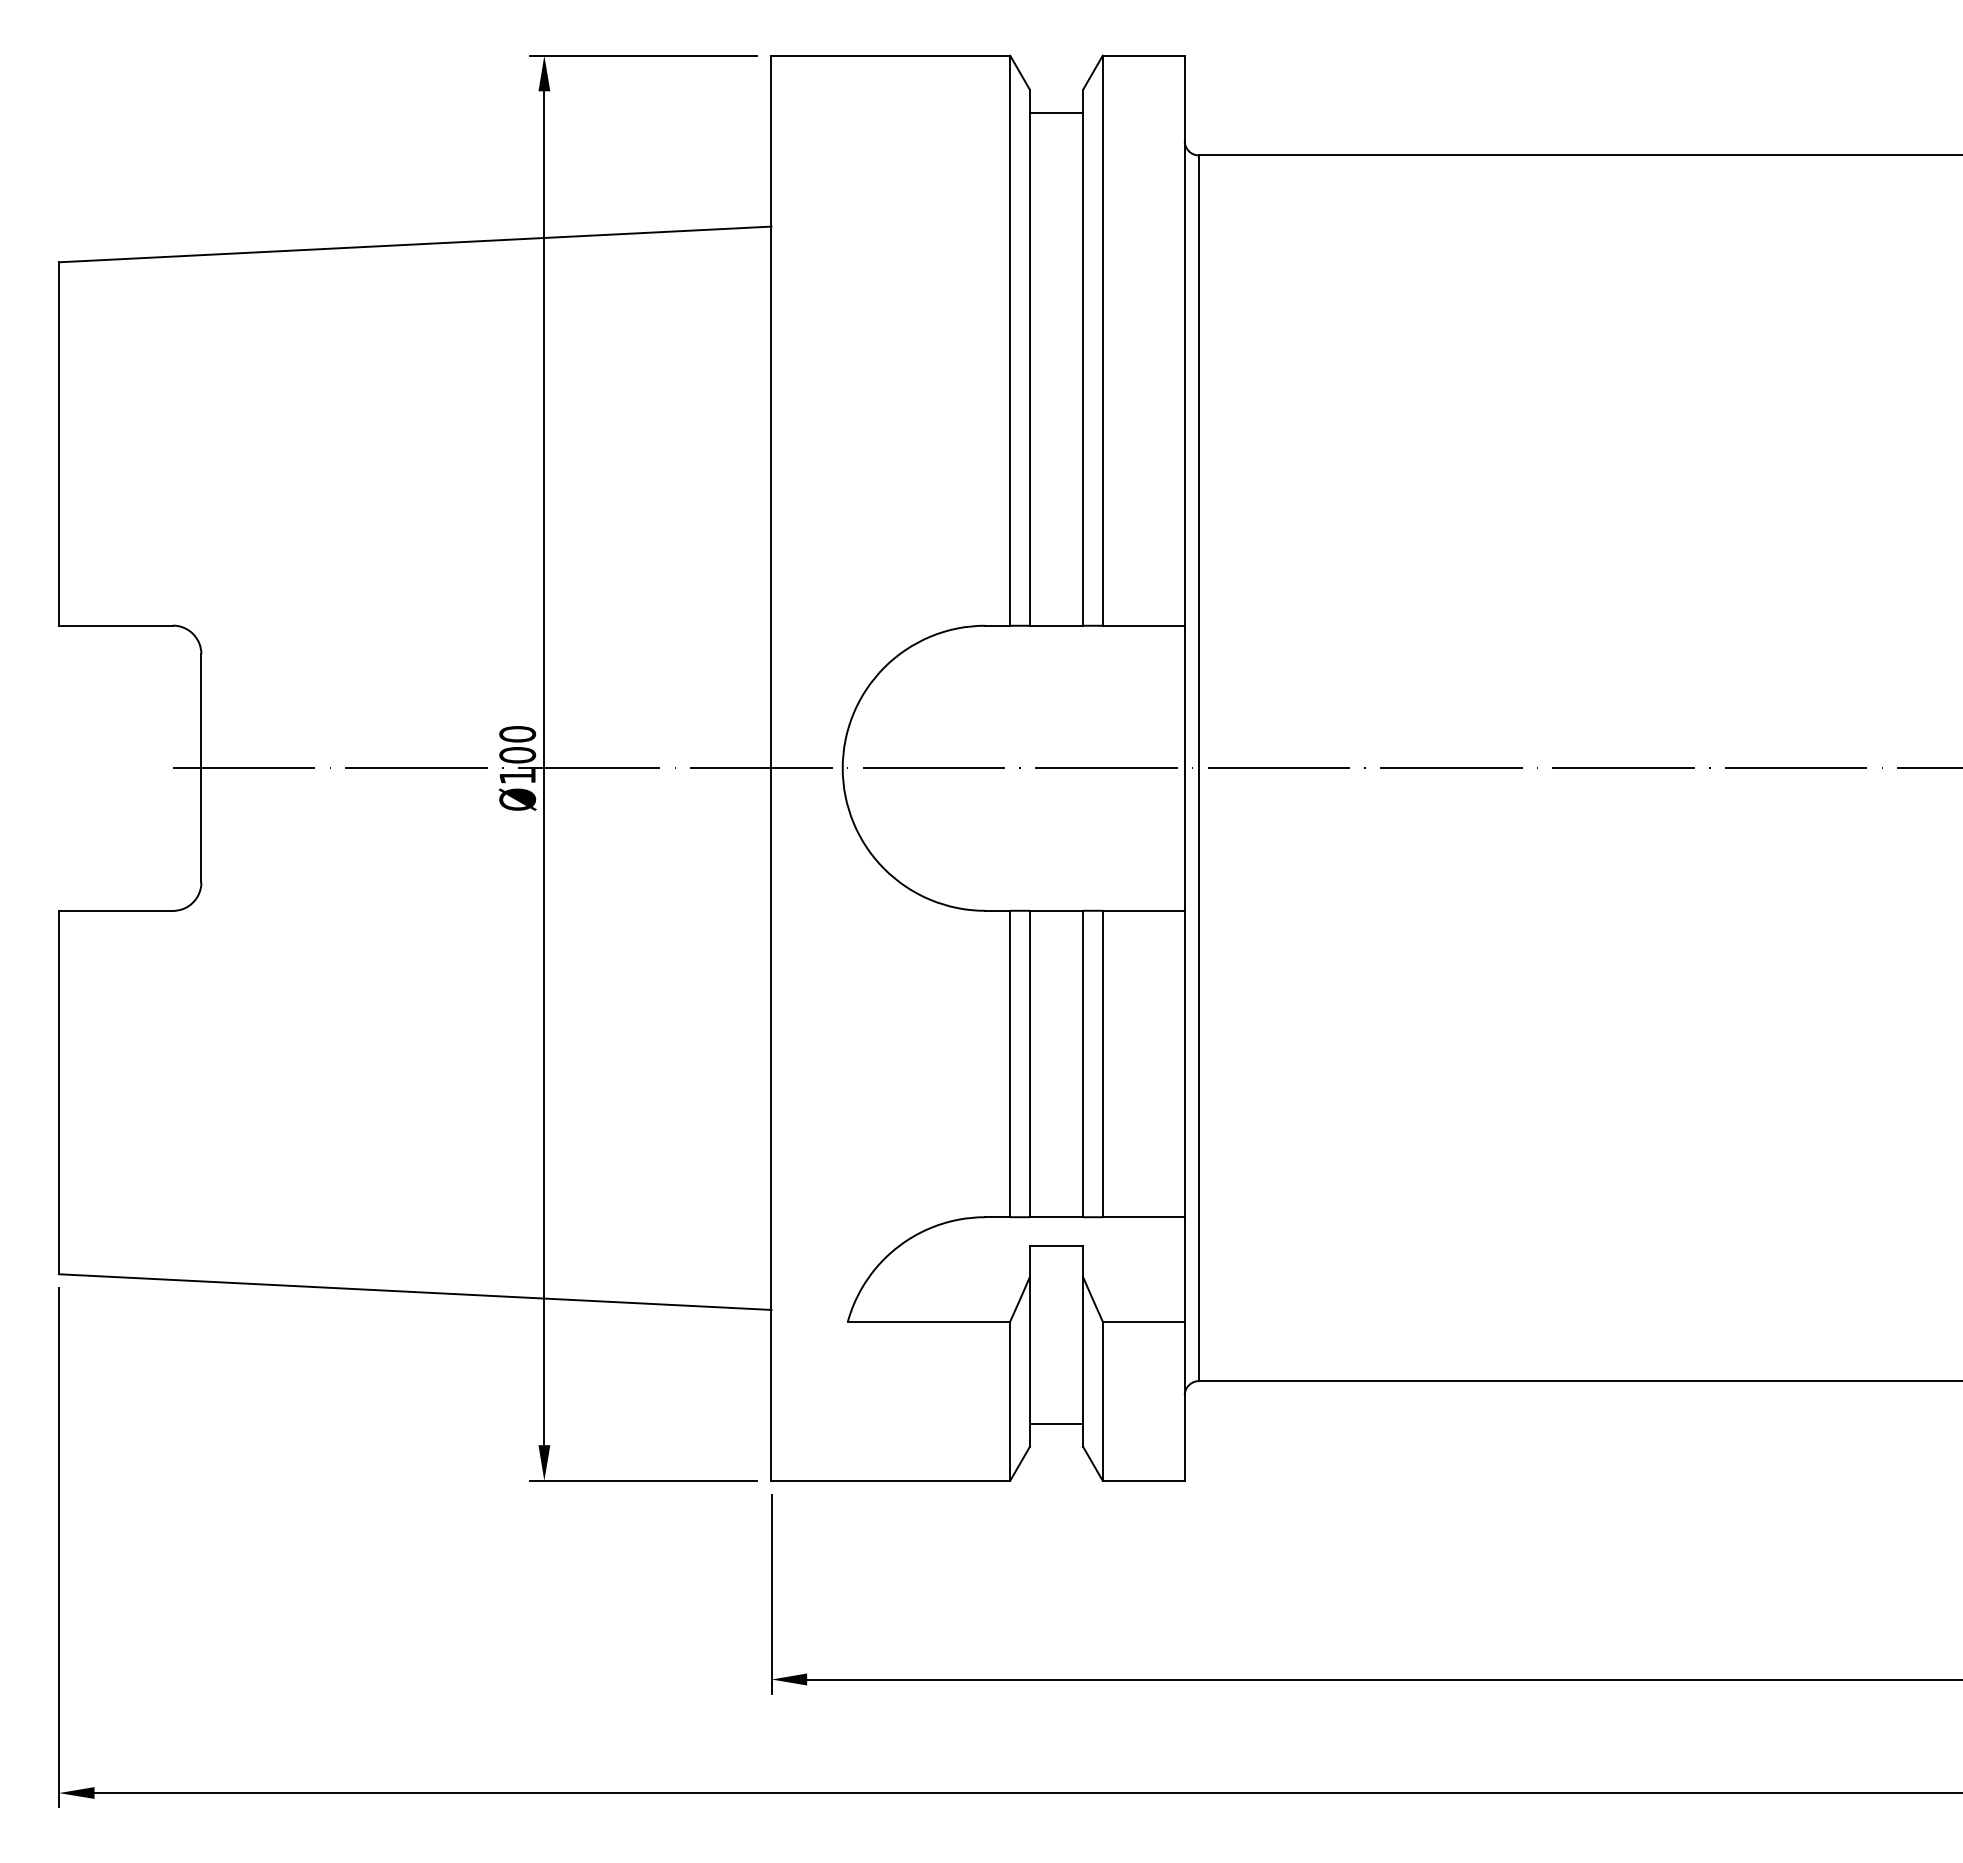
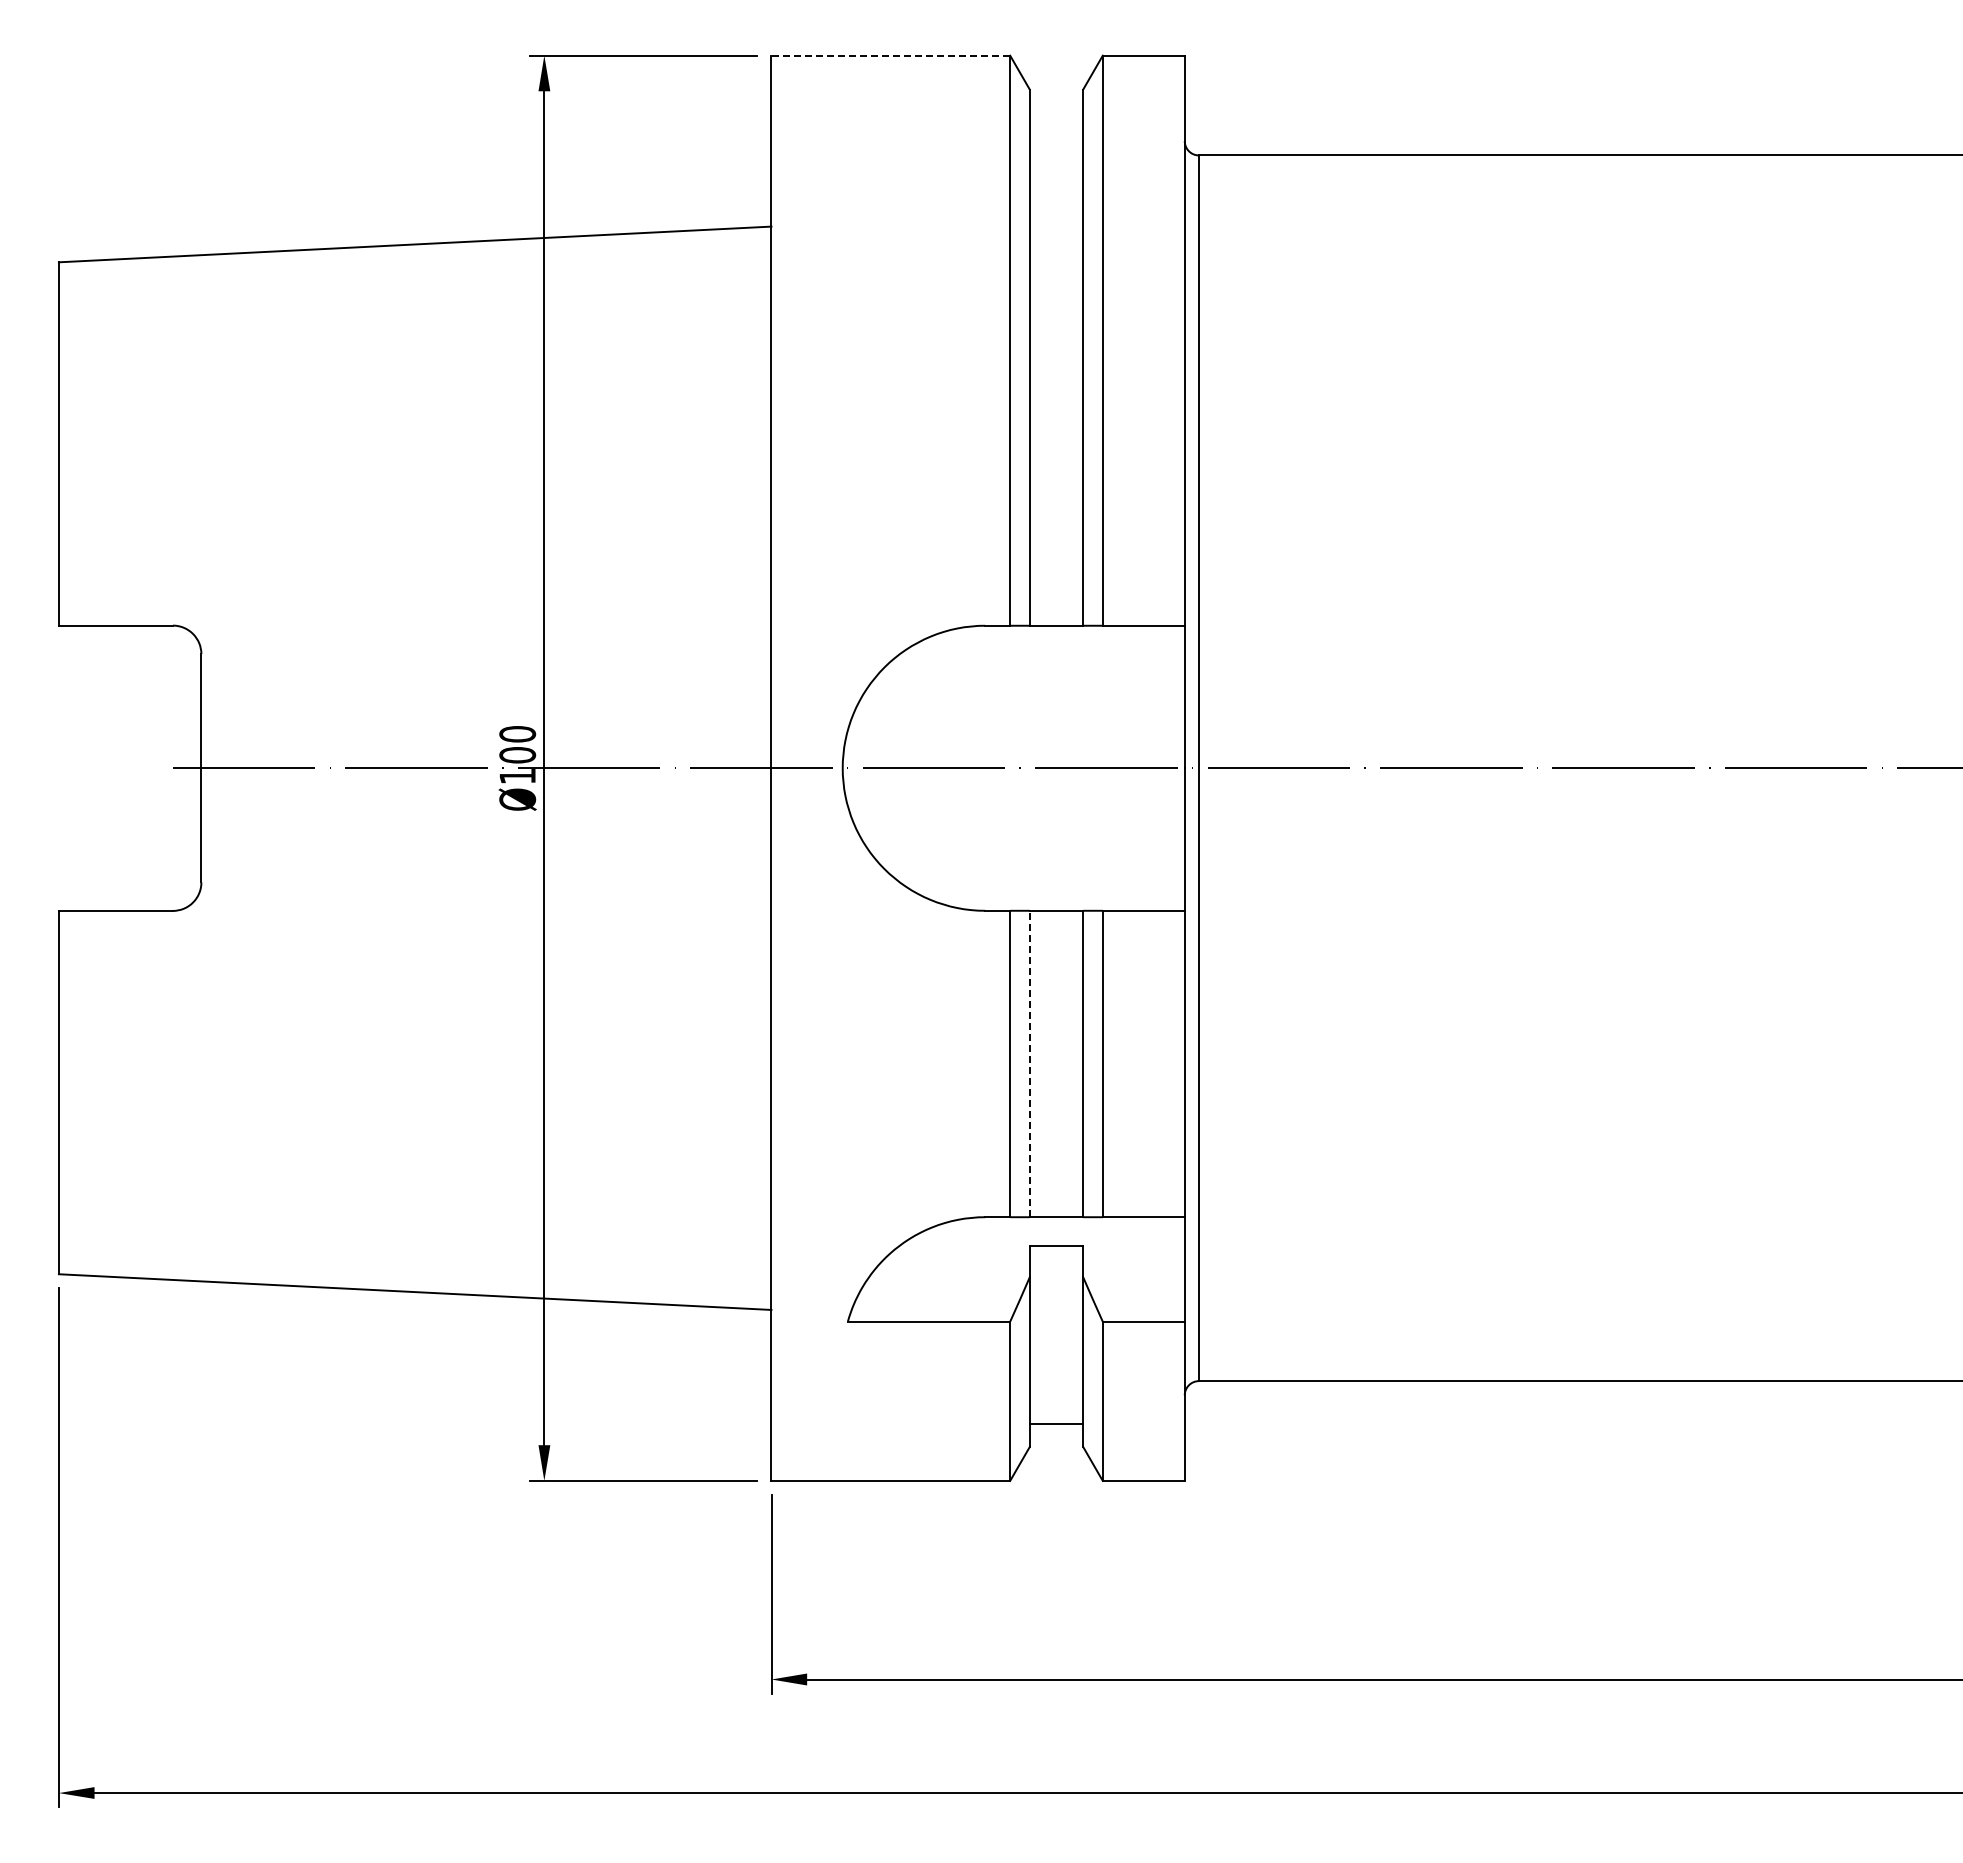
line at (890, 55): solid -> dashed
line at (1056, 112): present -> none
line at (1029, 1063): solid -> dashed
